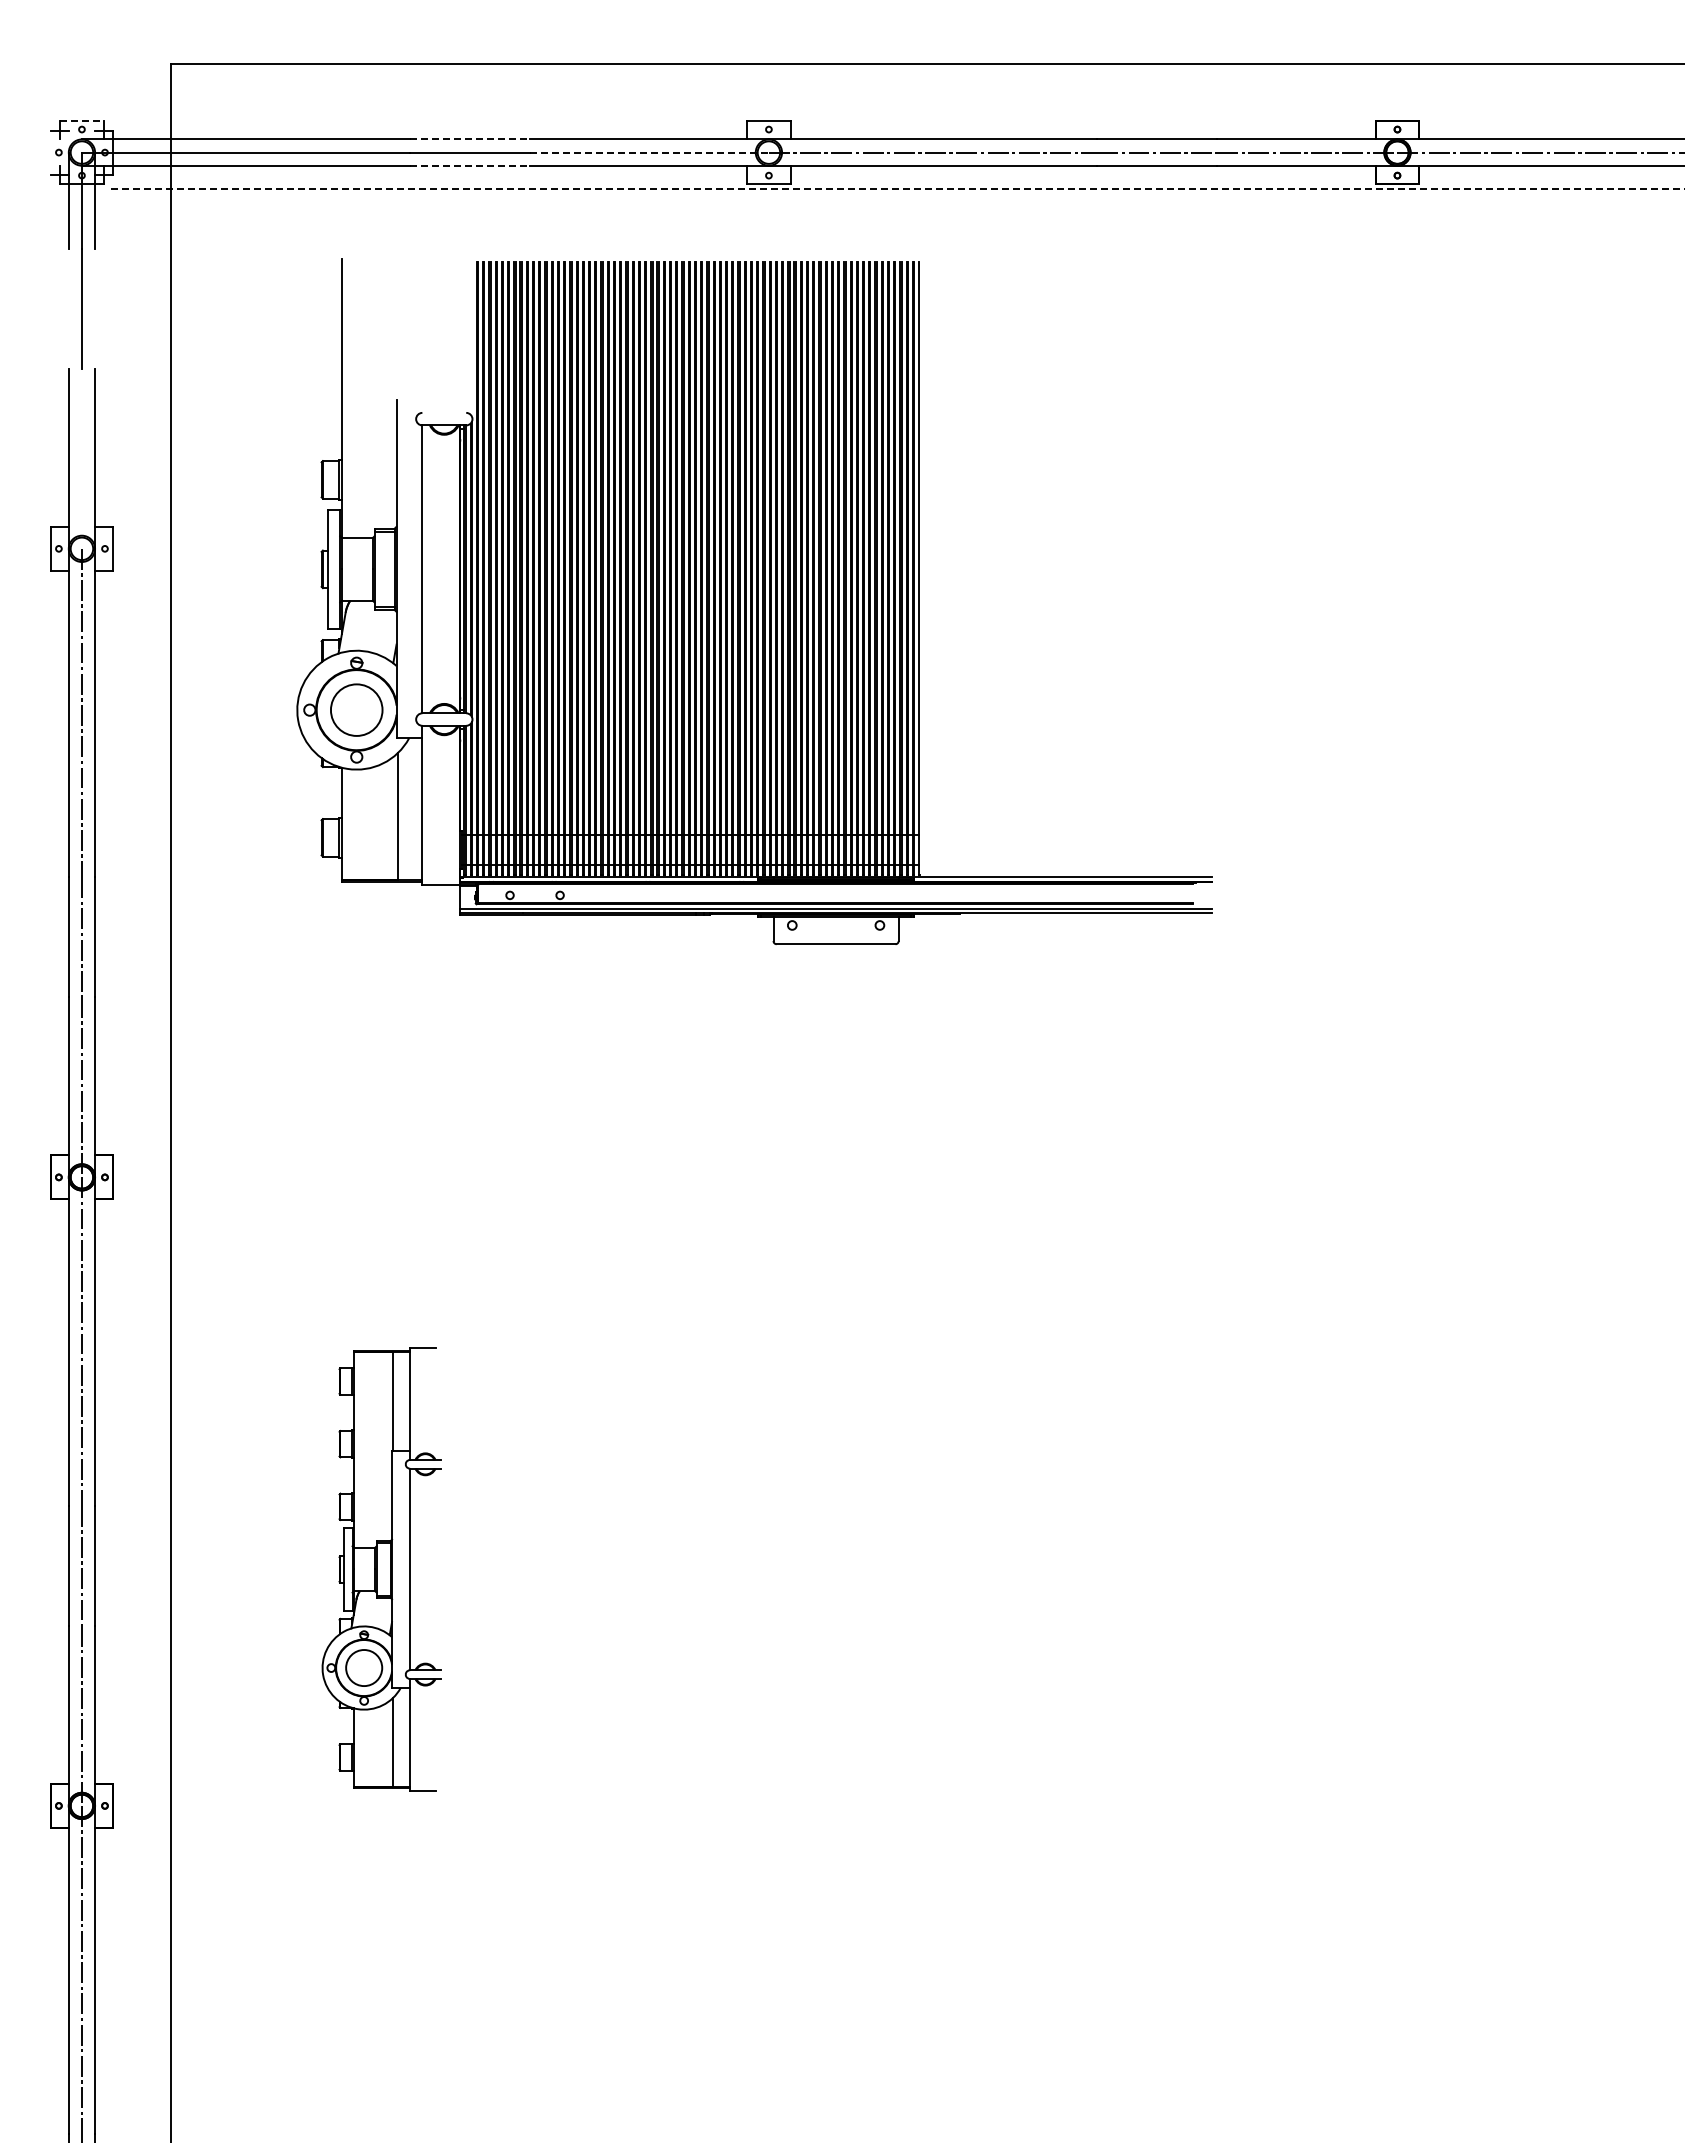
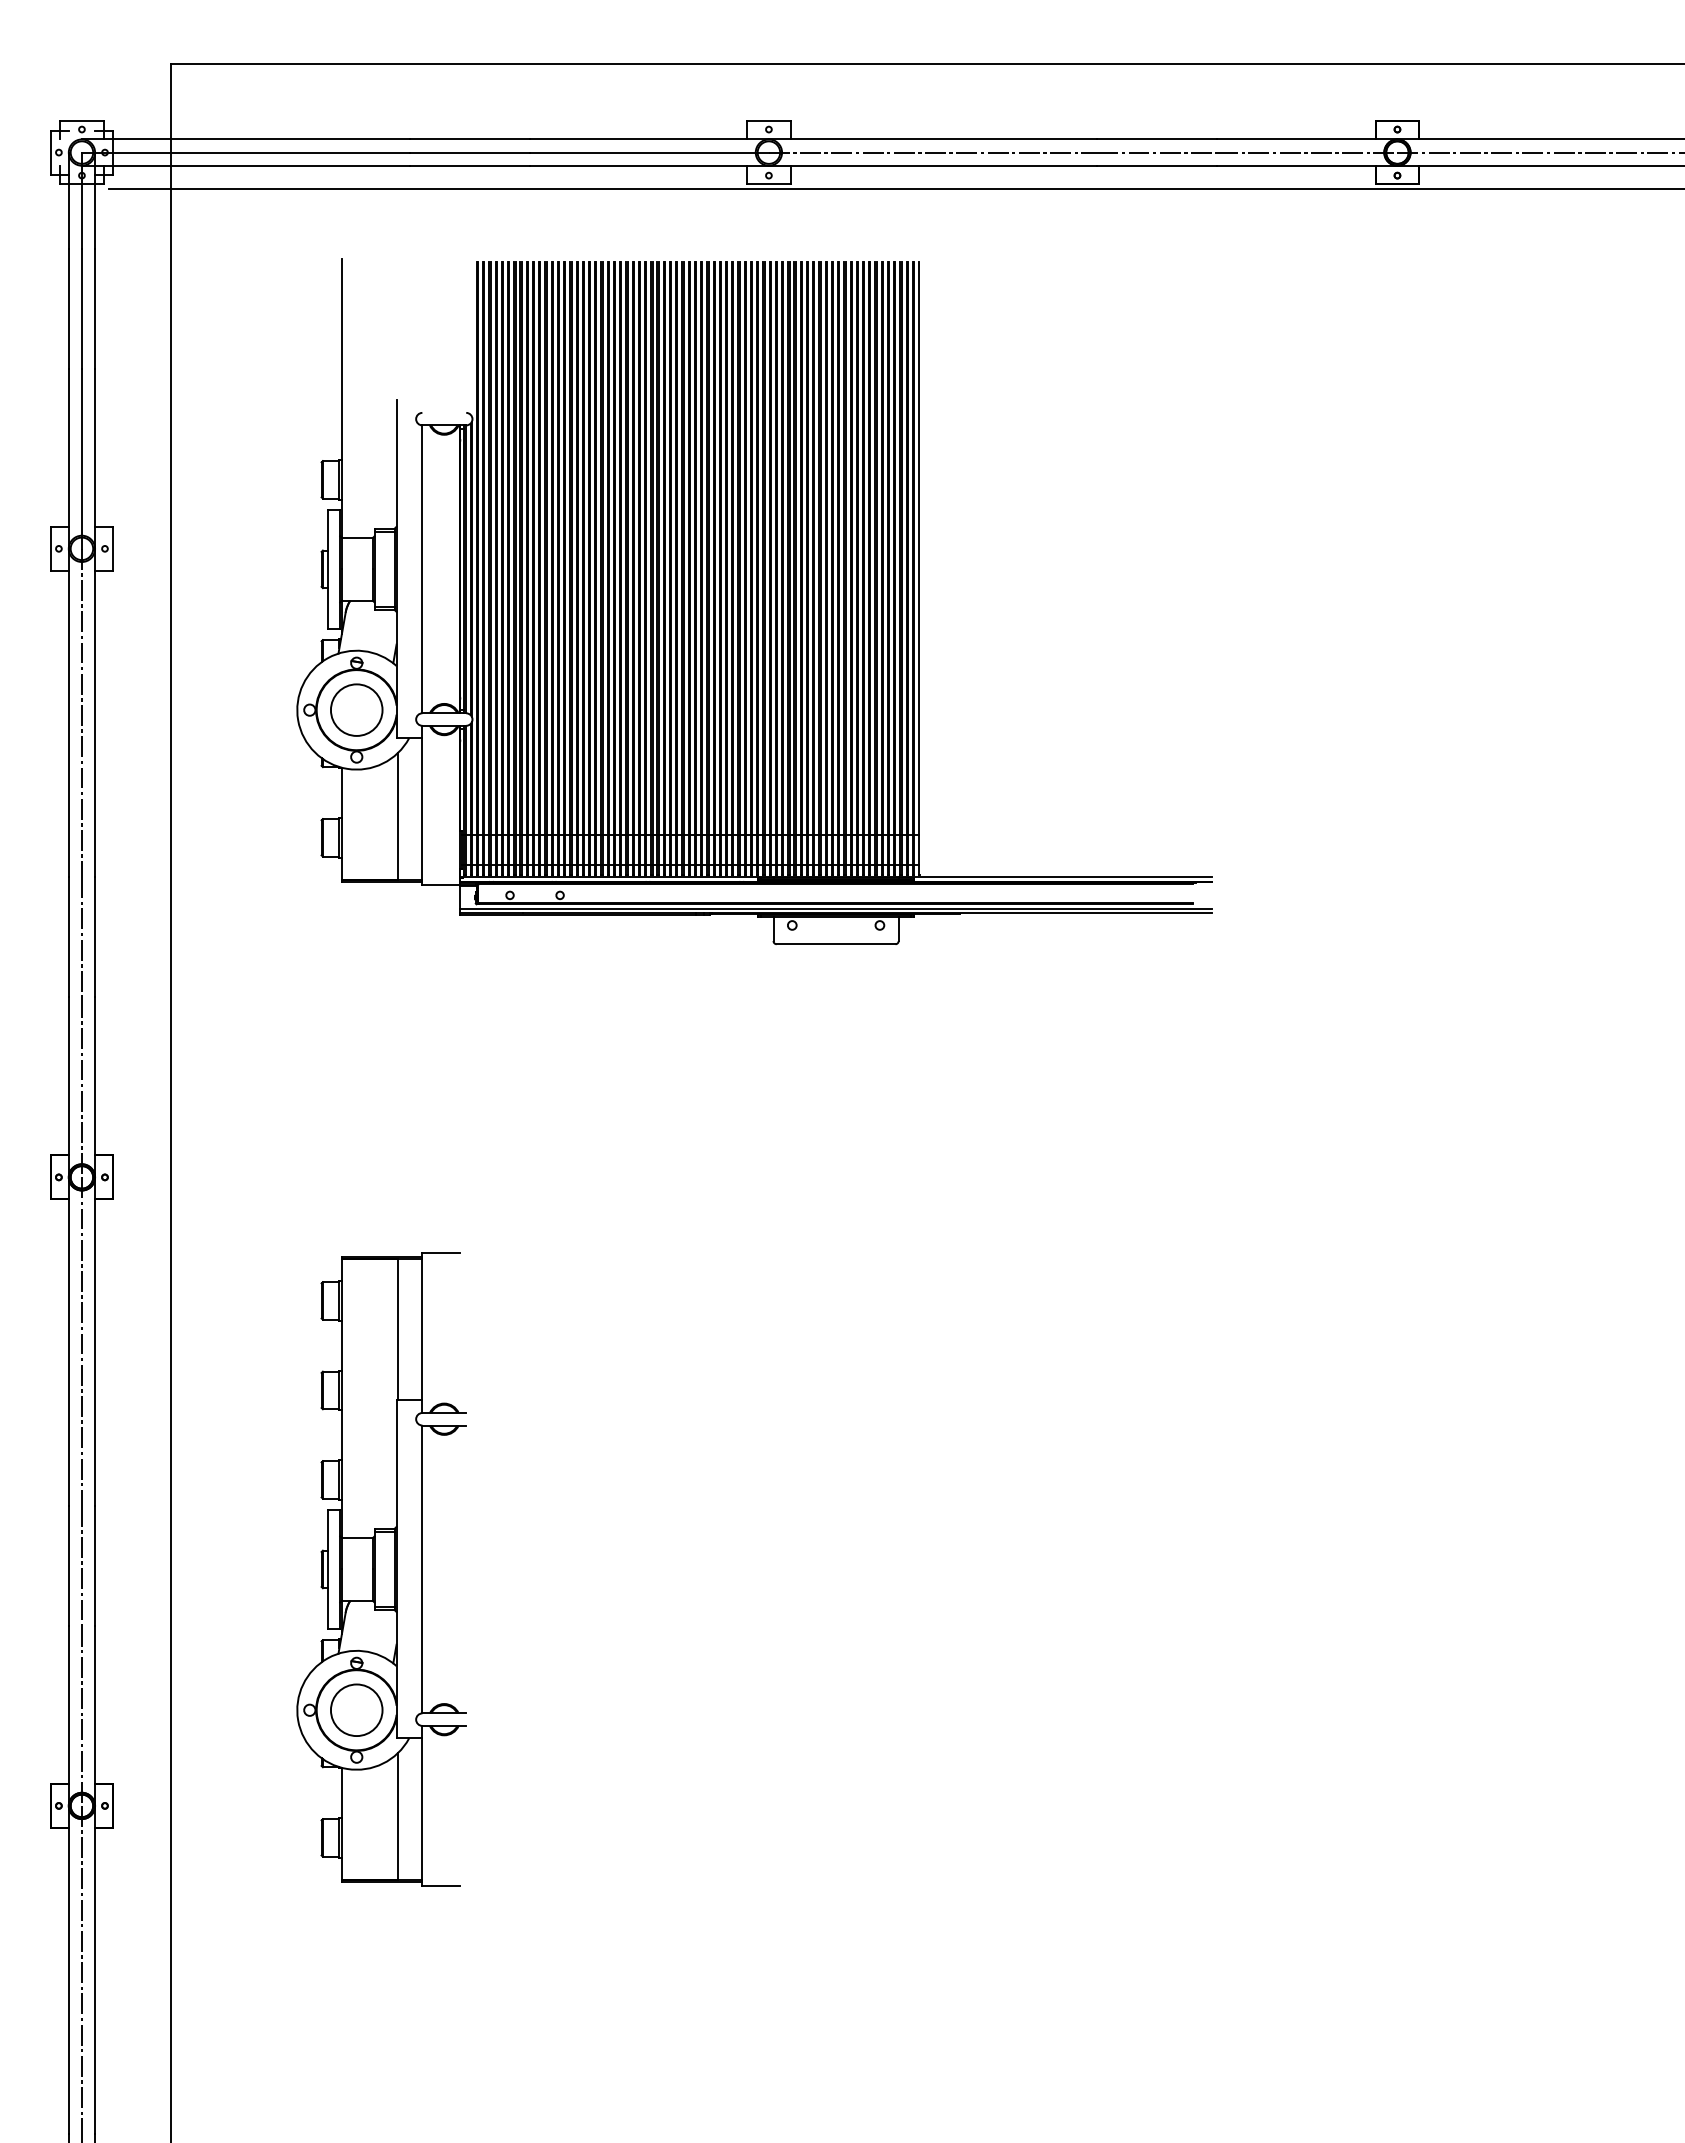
line at (81, 121): dashed -> solid
line at (470, 139): dashed -> solid
line at (50, 152): none -> present
line at (650, 152): dashed -> solid
line at (470, 165): dashed -> solid
line at (896, 189): dashed -> solid
line at (68, 308): none -> present
line at (95, 308): none -> present
line at (81, 458): none -> present
part at (381, 1569) size: 121x445 px -> 171x635 px
